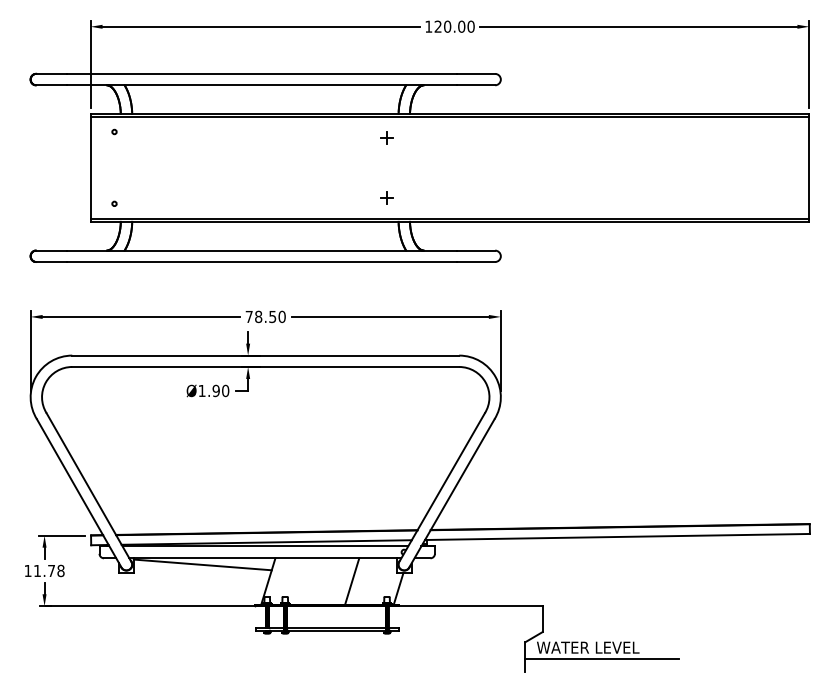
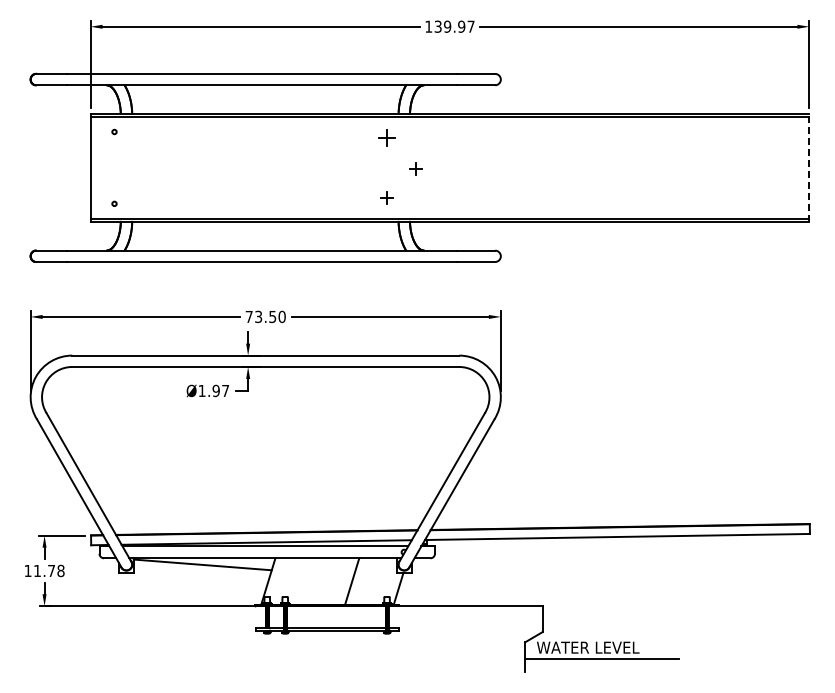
text at (454, 26): 120.00 -> 139.97
part at (386, 137) size: 14x14 px -> 18x18 px
line at (809, 167): solid -> dashed
part at (415, 168): none -> present
text at (258, 316): 78.50 -> 73.50
text at (225, 390): Ø1.90 -> Ø1.97
